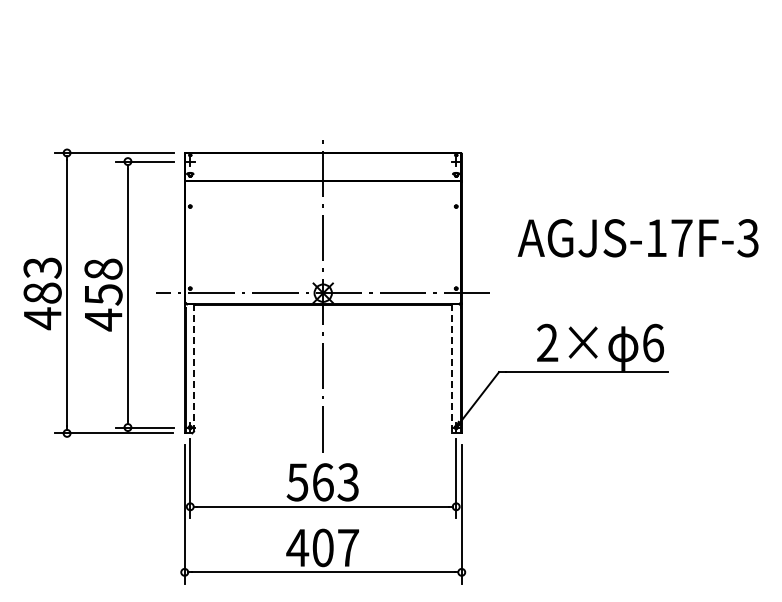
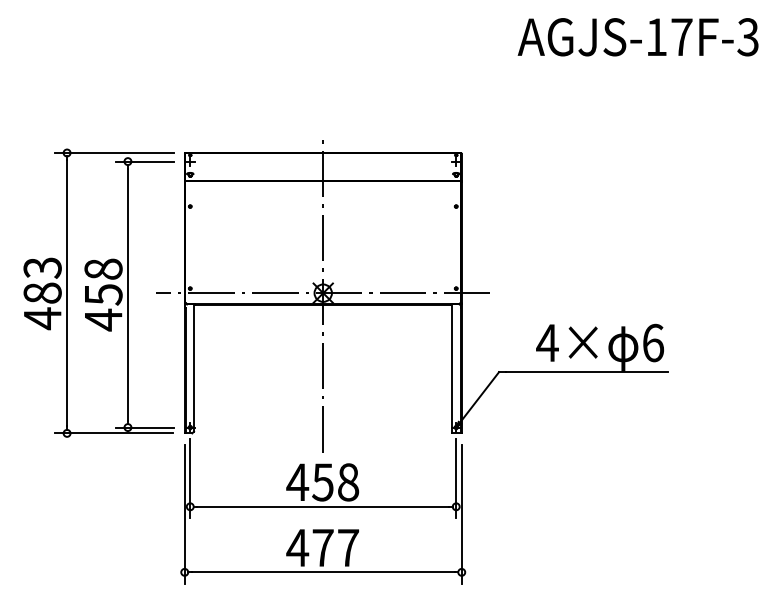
text at (637, 238) position: (637, 238) -> (637, 37)
text at (547, 342): 2× -> 4×
line at (194, 368): dashed -> solid
line at (452, 368): dashed -> solid
text at (322, 482): 563 -> 458
text at (322, 547): 407 -> 477
